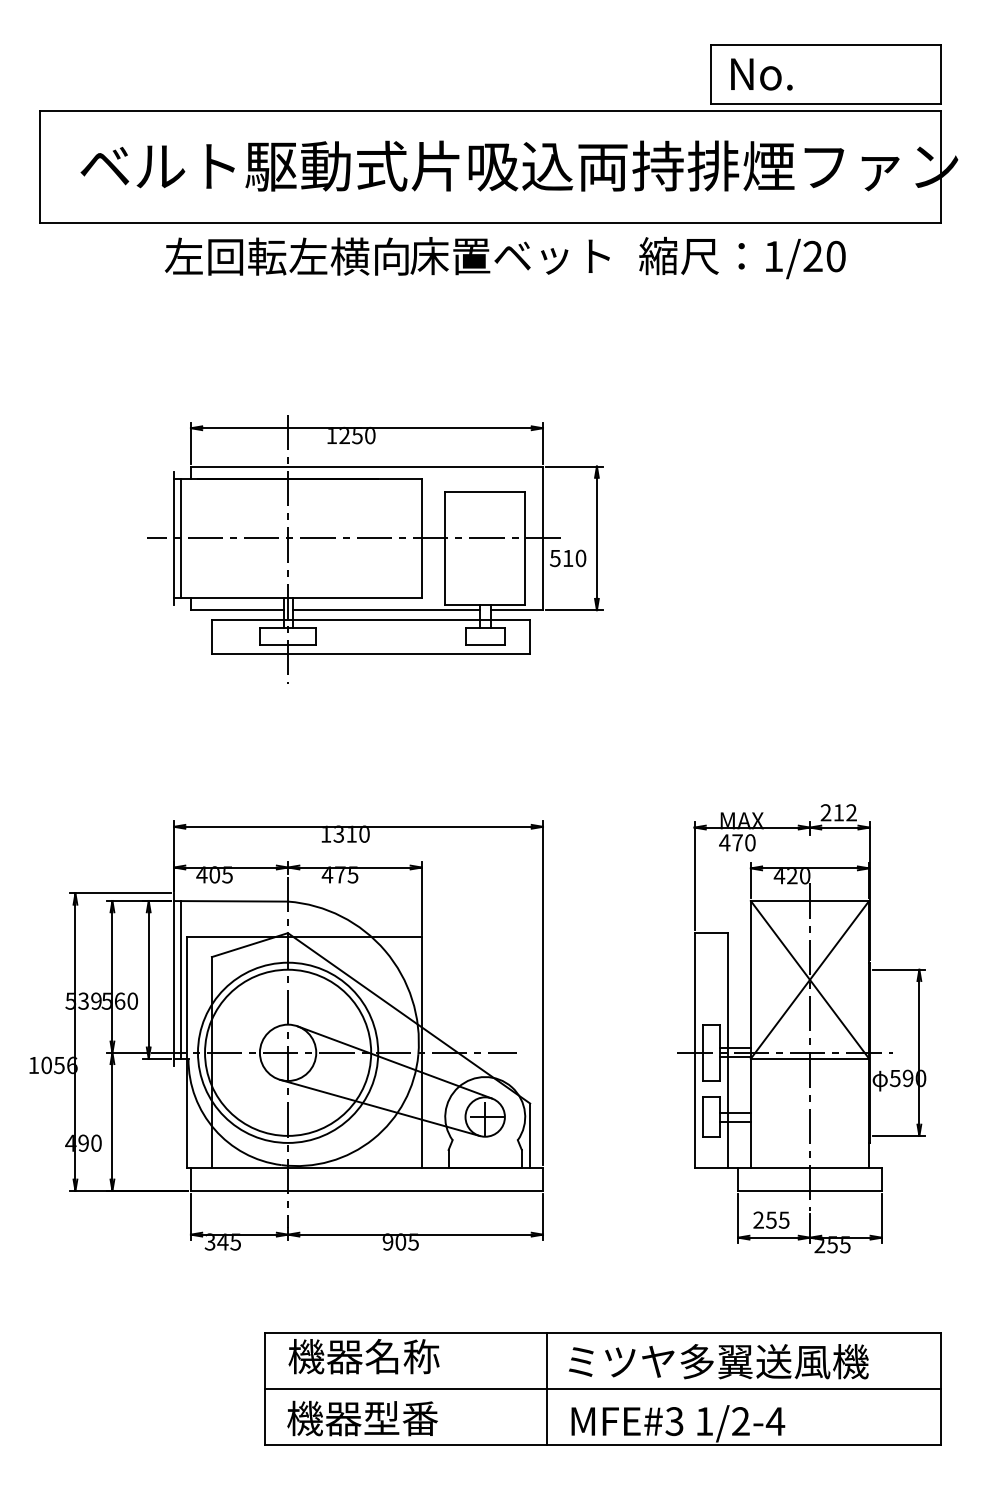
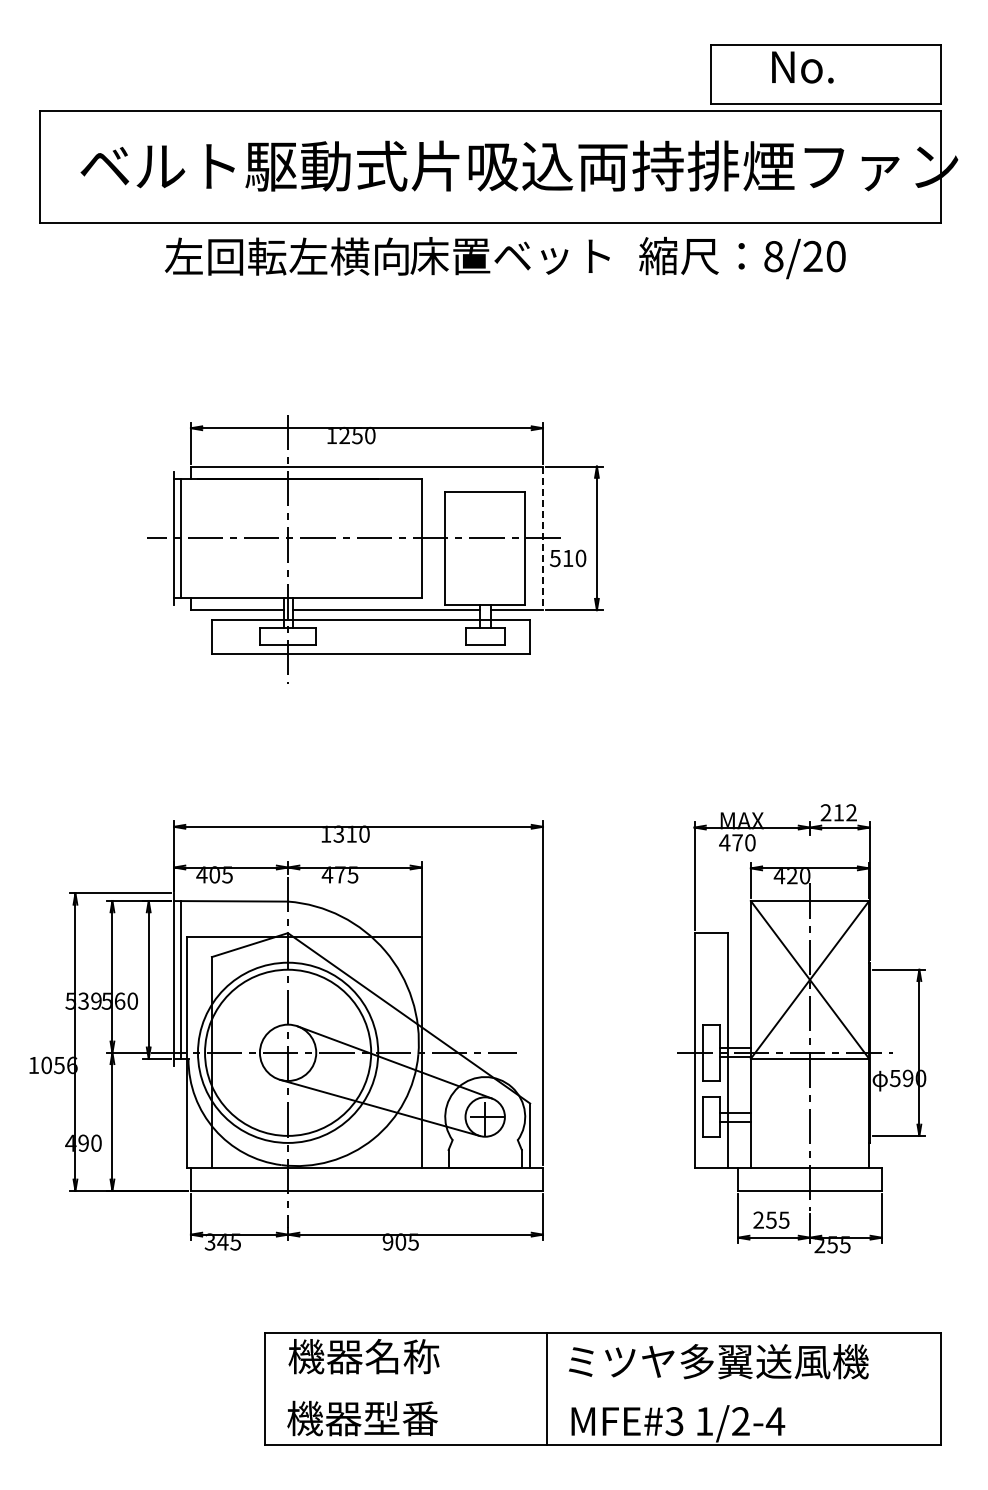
text at (761, 74) position: (761, 74) -> (802, 67)
text at (773, 256): 1/20 -> 8/20
line at (542, 538): solid -> dashed
line at (603, 1388): present -> none
